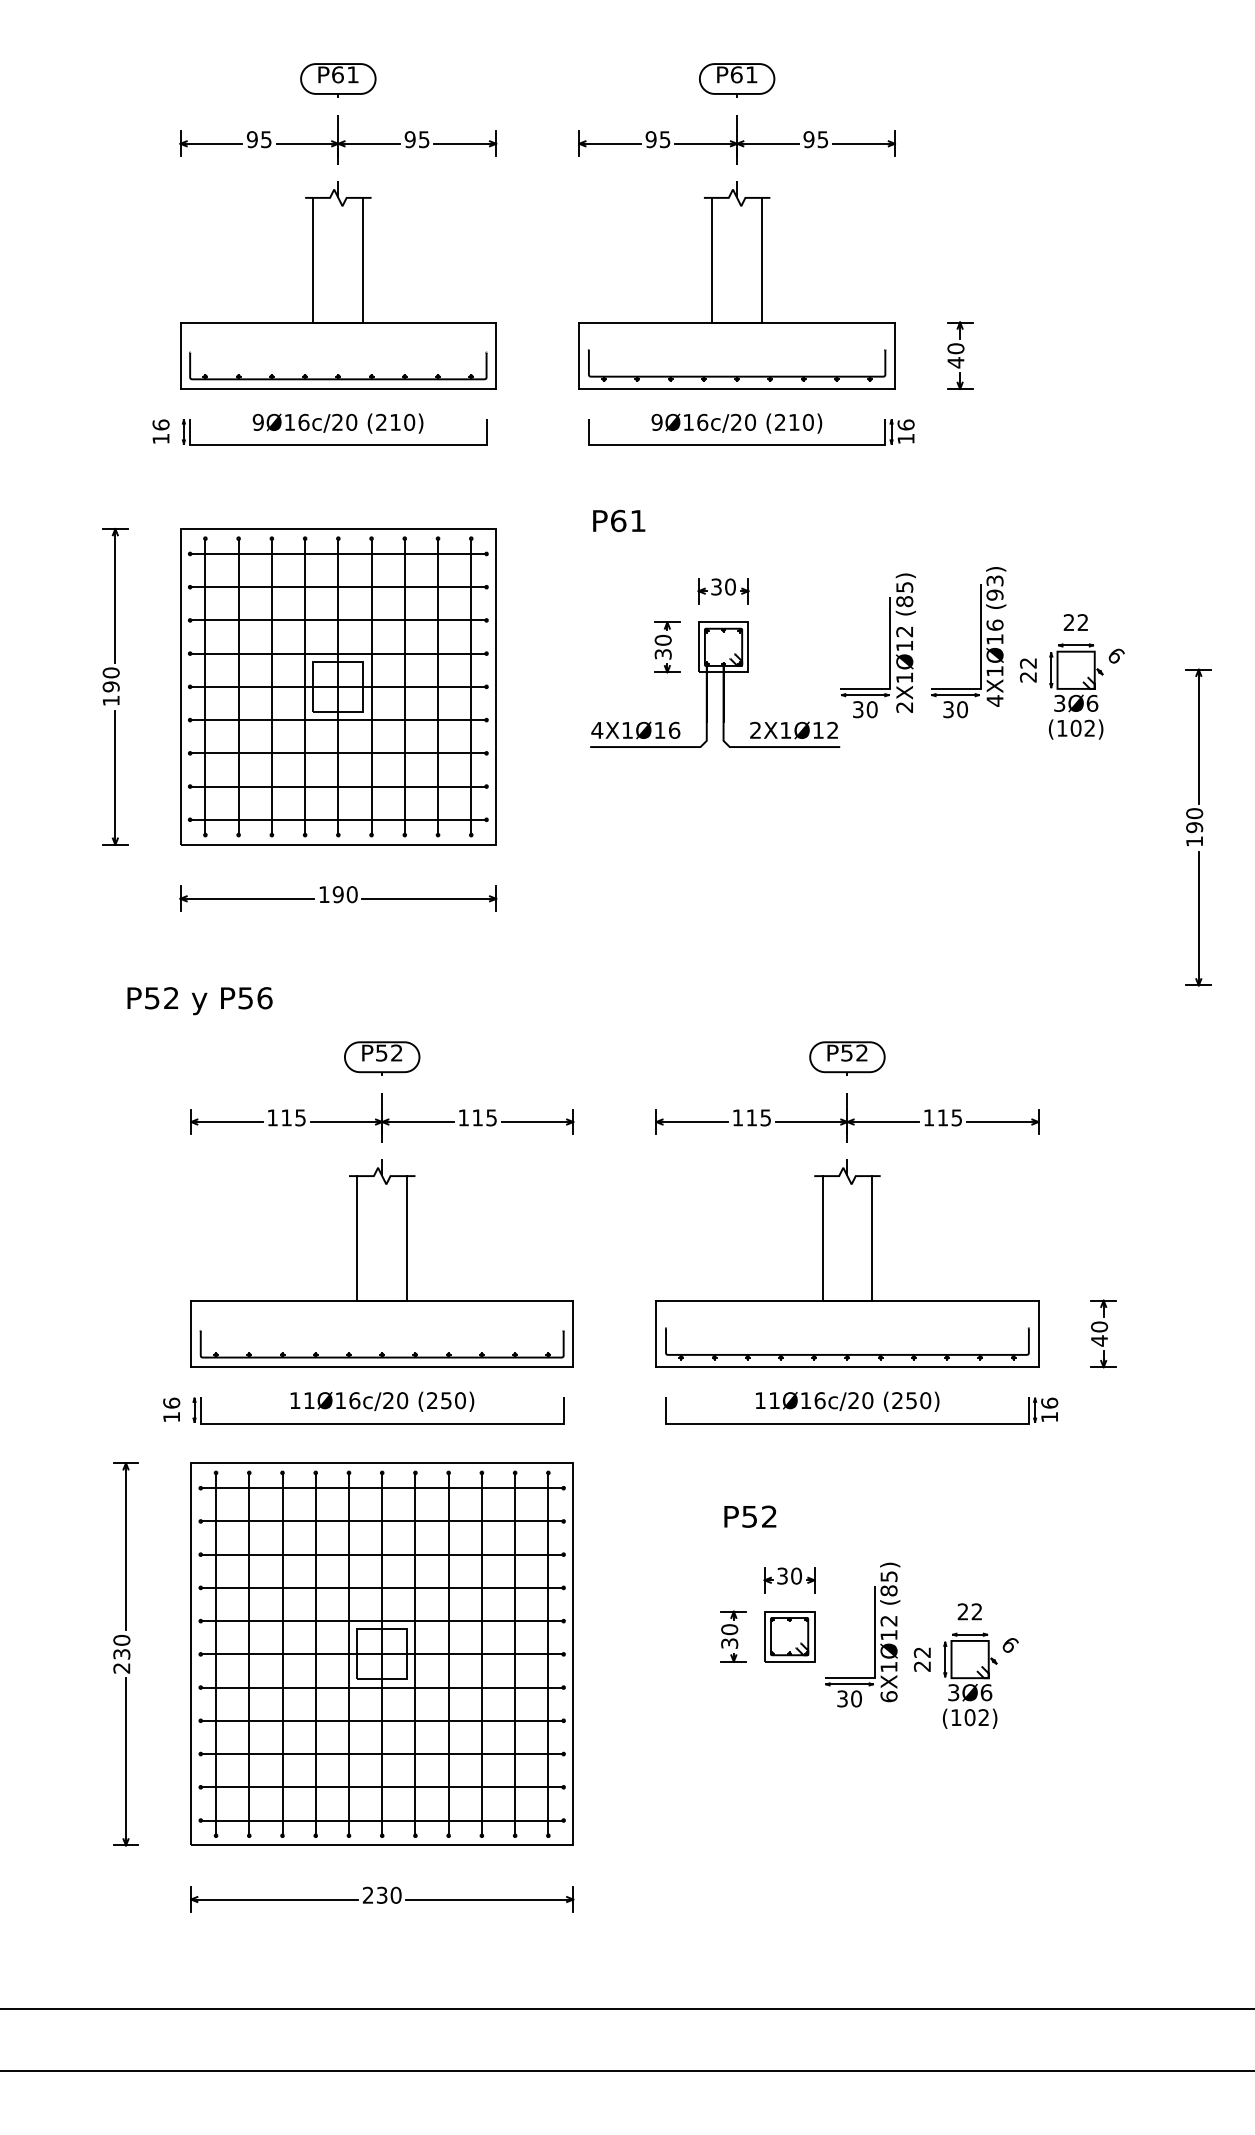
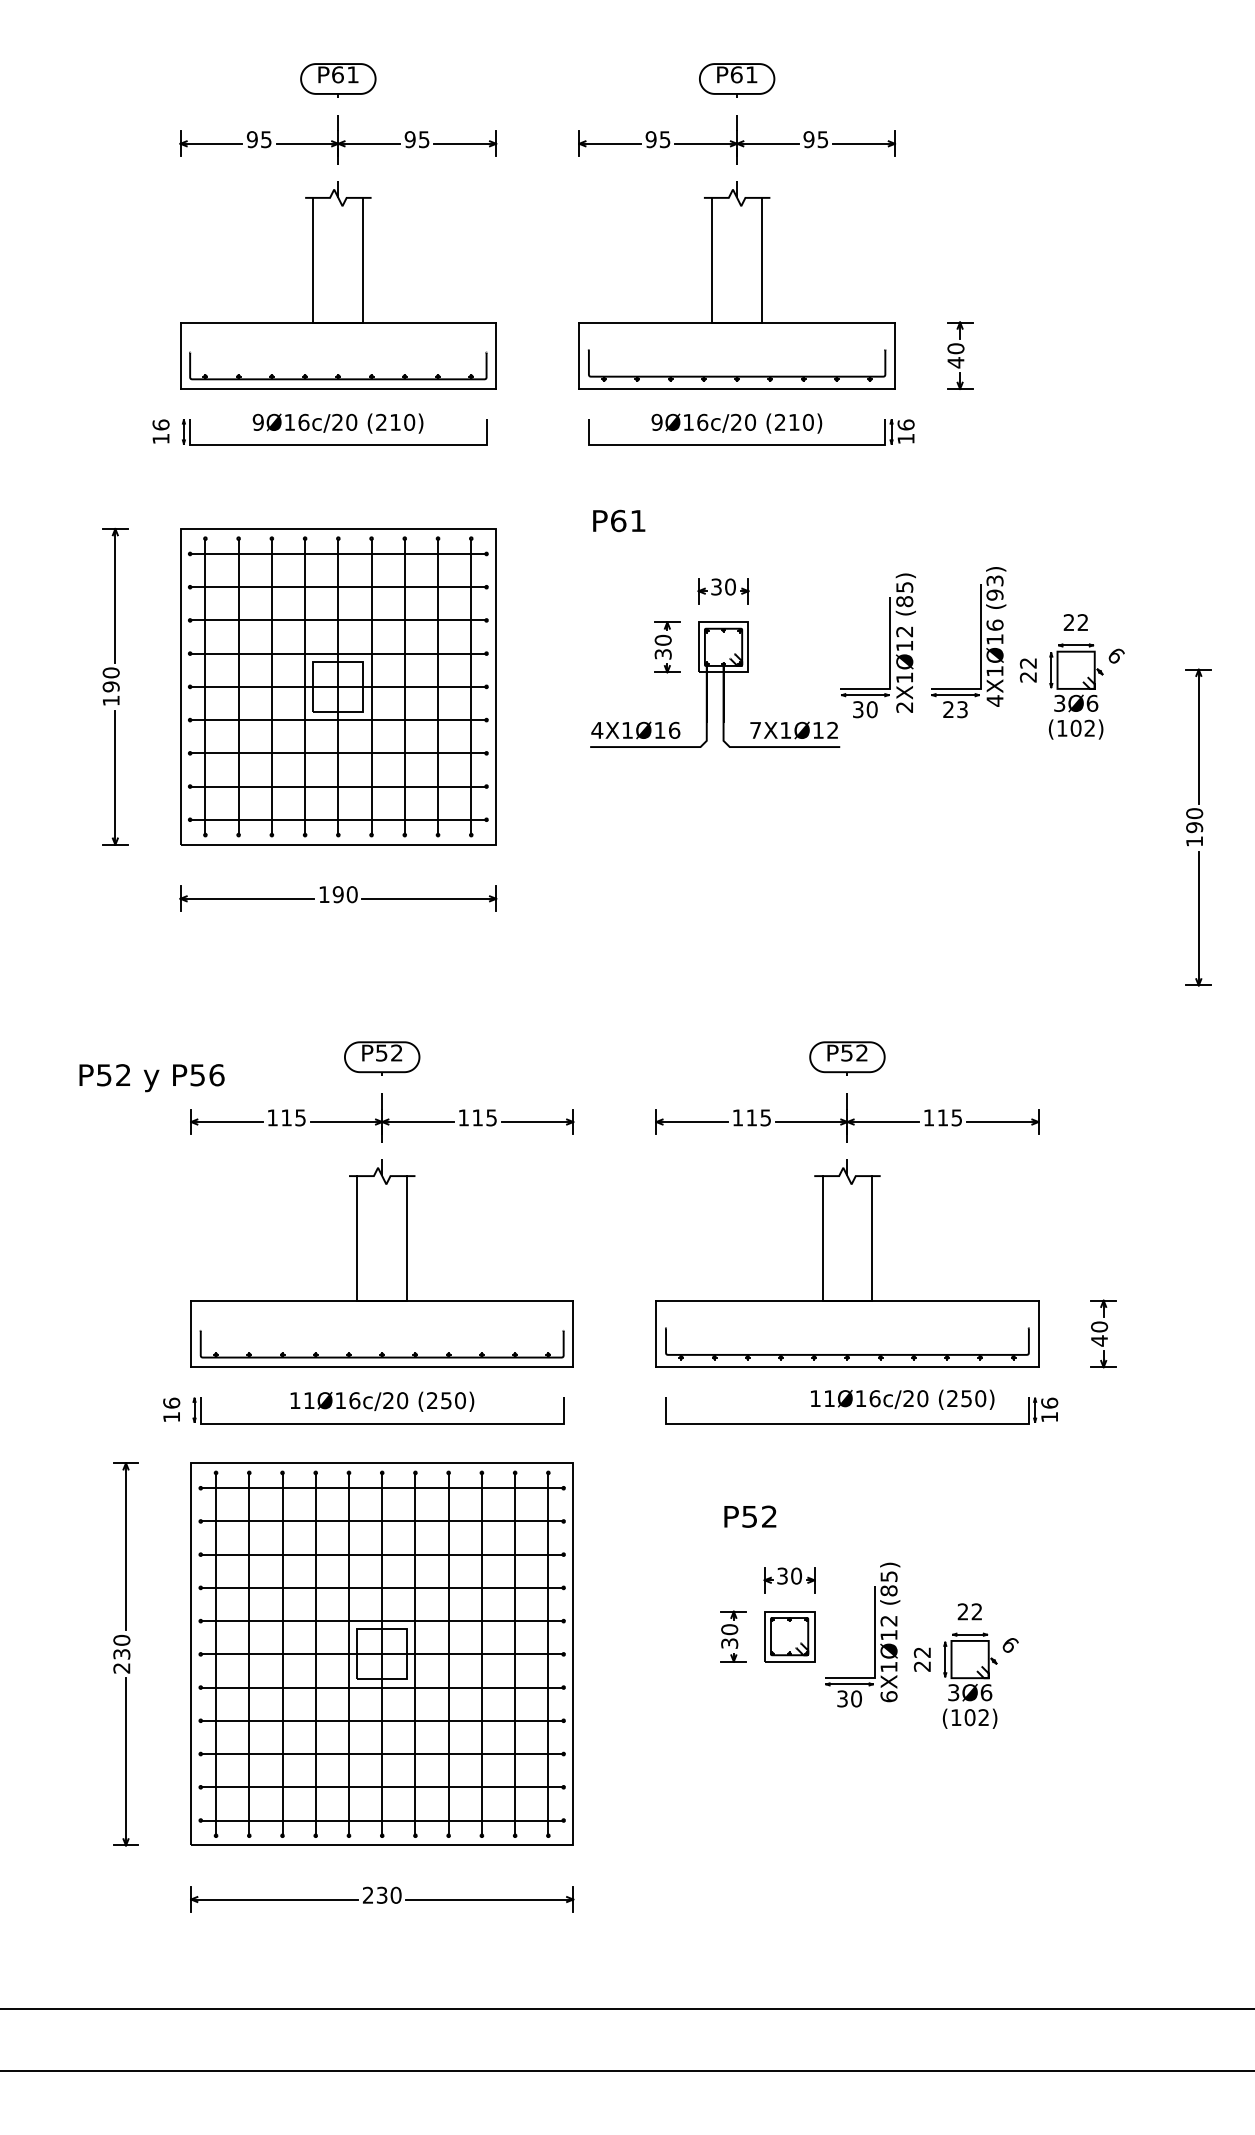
text at (955, 709): 30 -> 23
text at (755, 729): 2X1Ø12 -> 7X1Ø12
text at (199, 1001) position: (199, 1001) -> (151, 1078)
text at (847, 1401) position: (847, 1401) -> (902, 1399)
